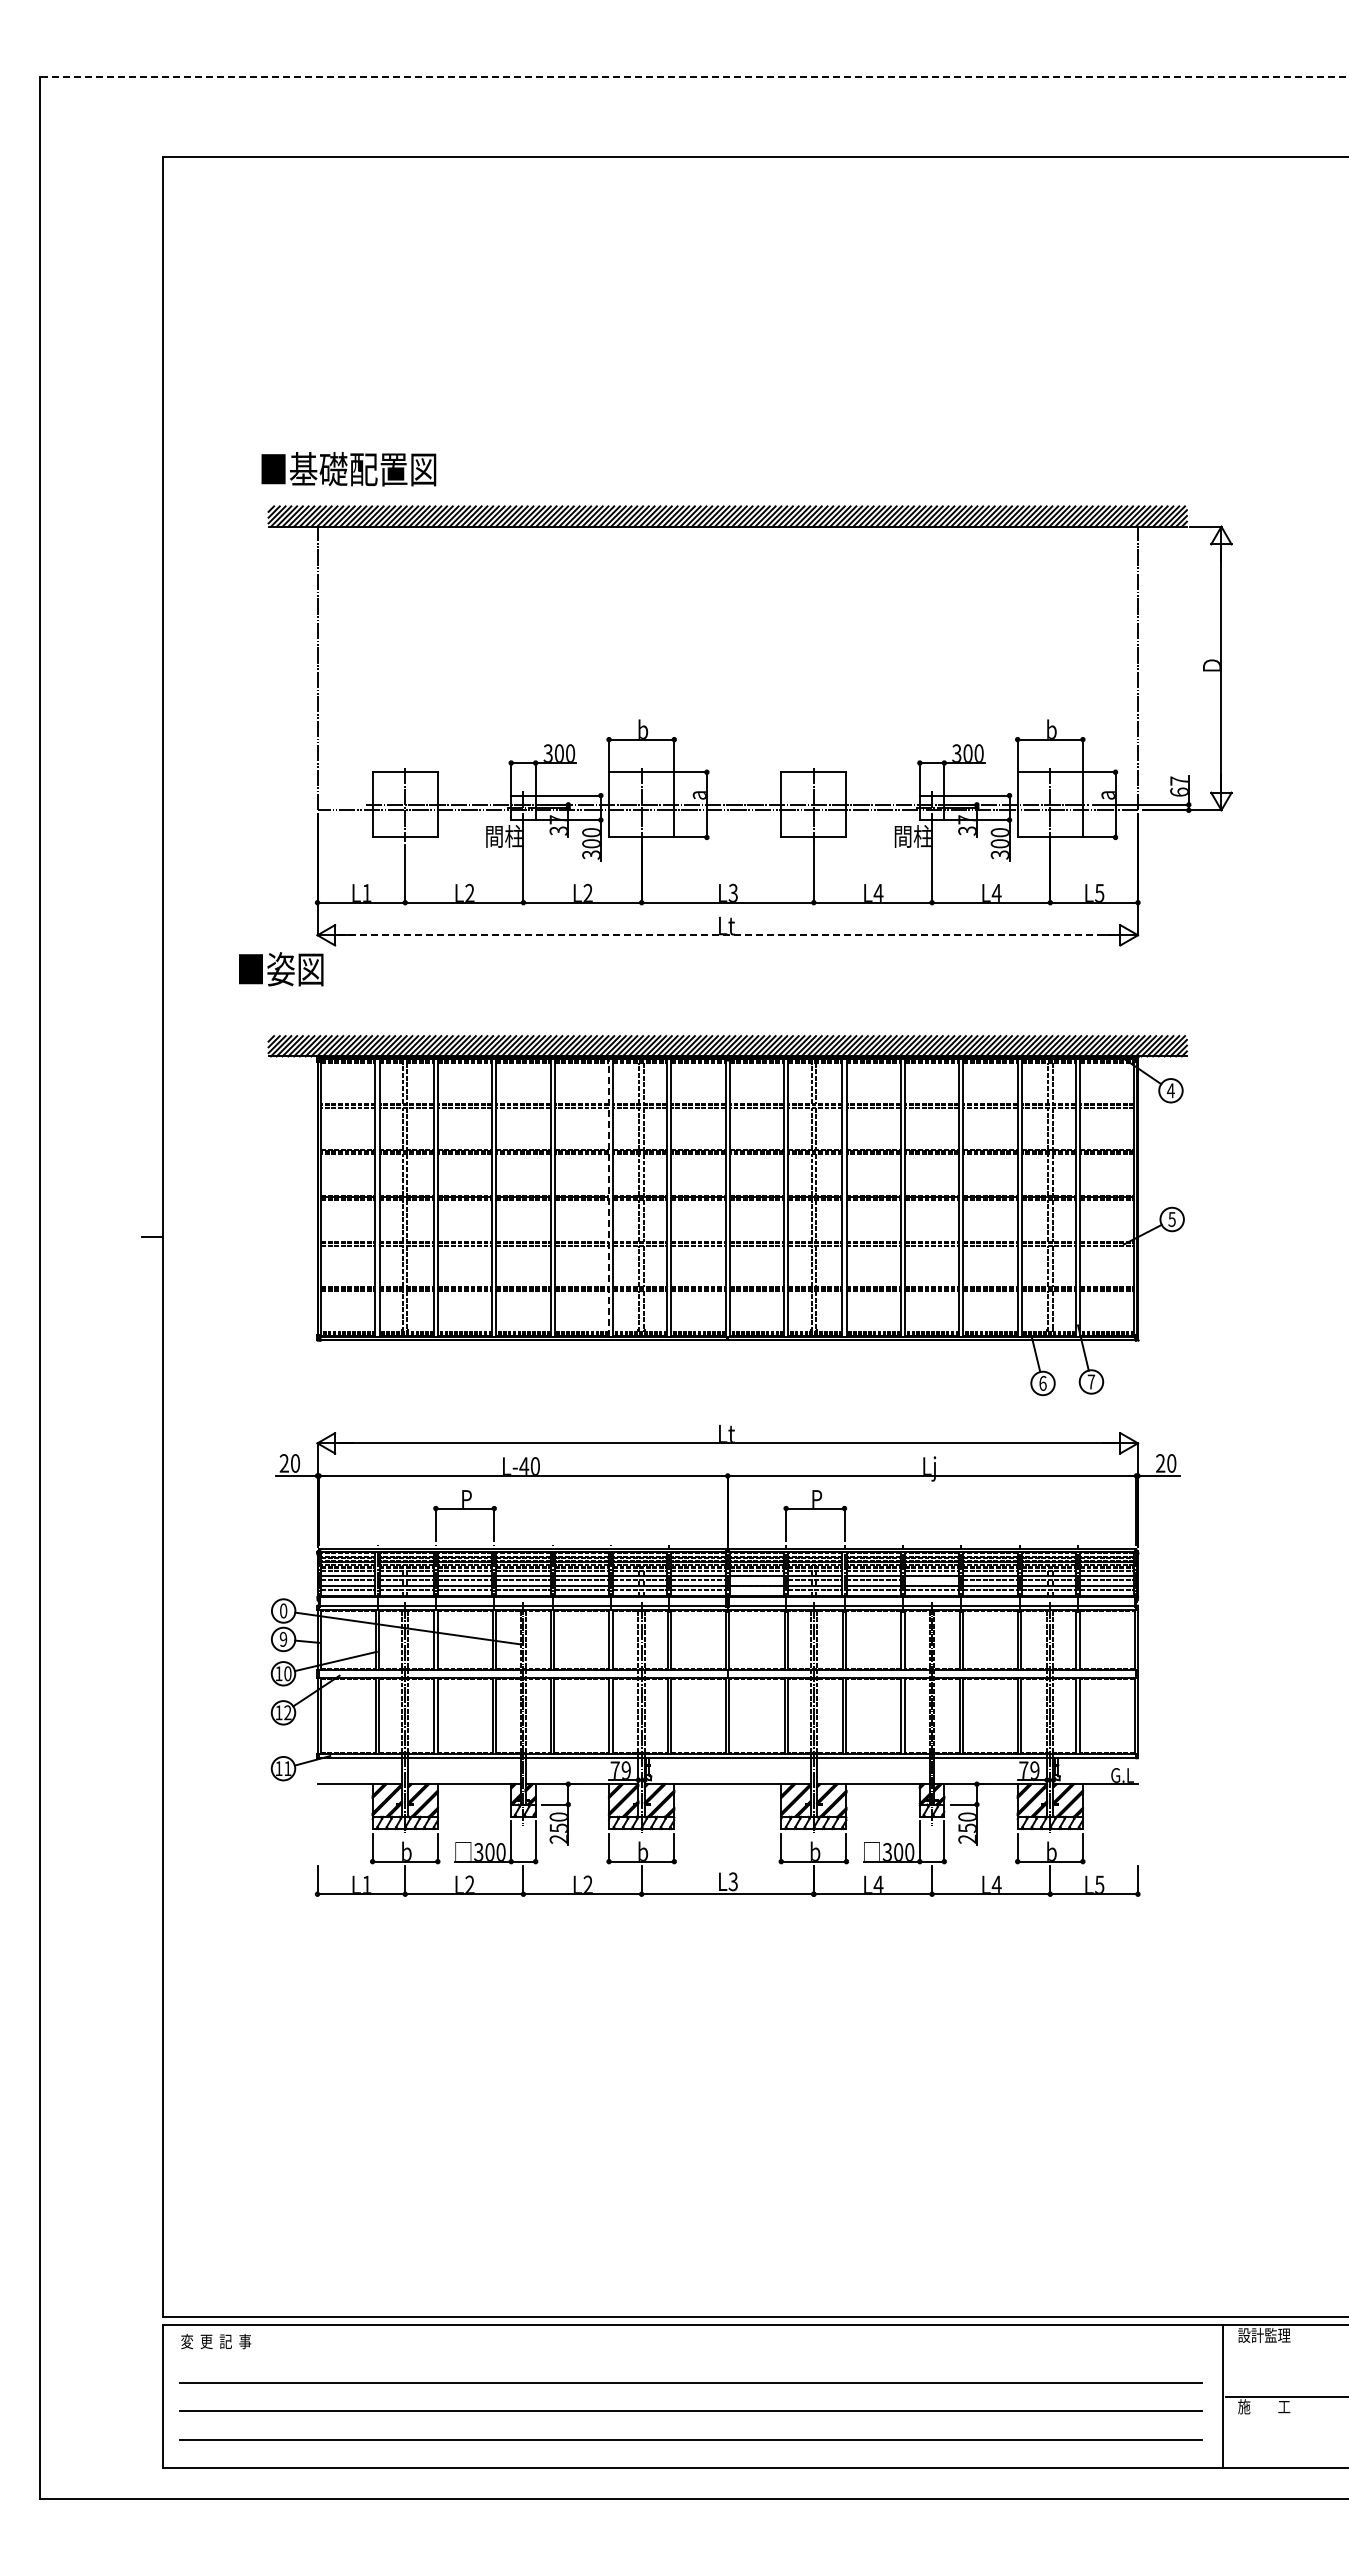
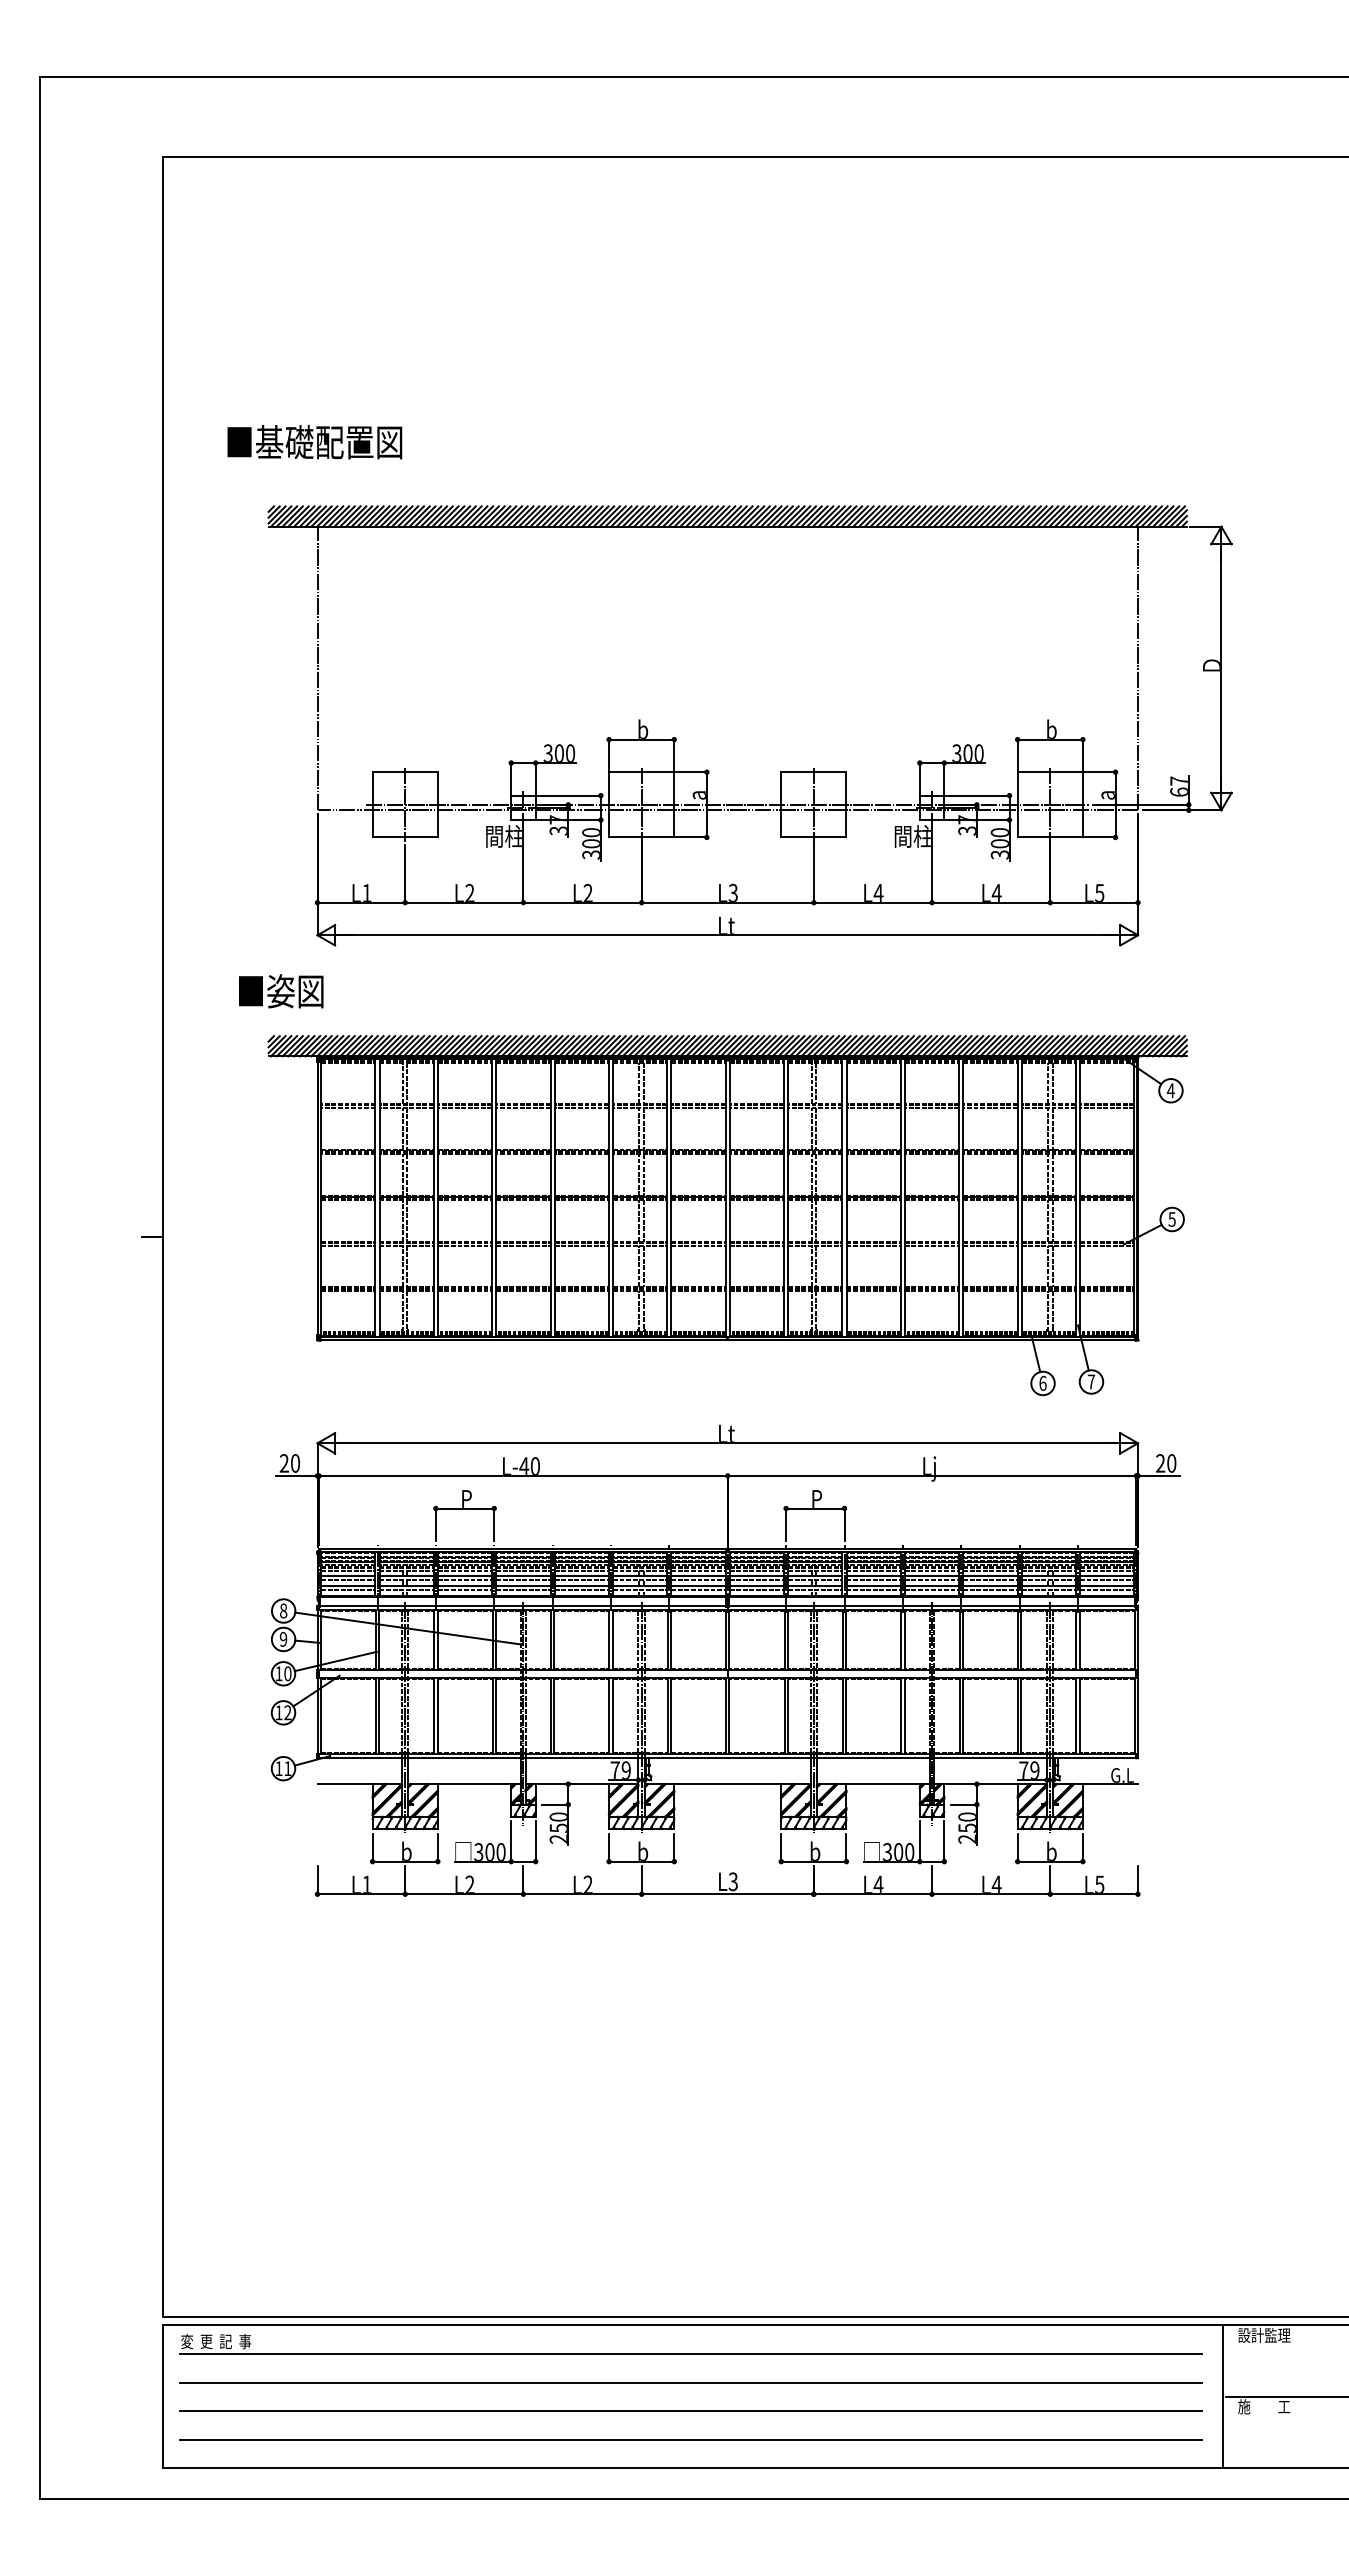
line at (694, 77): dashed -> solid
text at (348, 469) position: (348, 469) -> (314, 442)
line at (727, 935): dashed -> solid
text at (281, 969) position: (281, 969) -> (281, 991)
line at (608, 1197): dashed -> solid
line at (756, 1579): none -> present
line at (931, 1579): none -> present
line at (756, 1589): none -> present
text at (283, 1611): 0 -> 8
line at (691, 2354): none -> present
